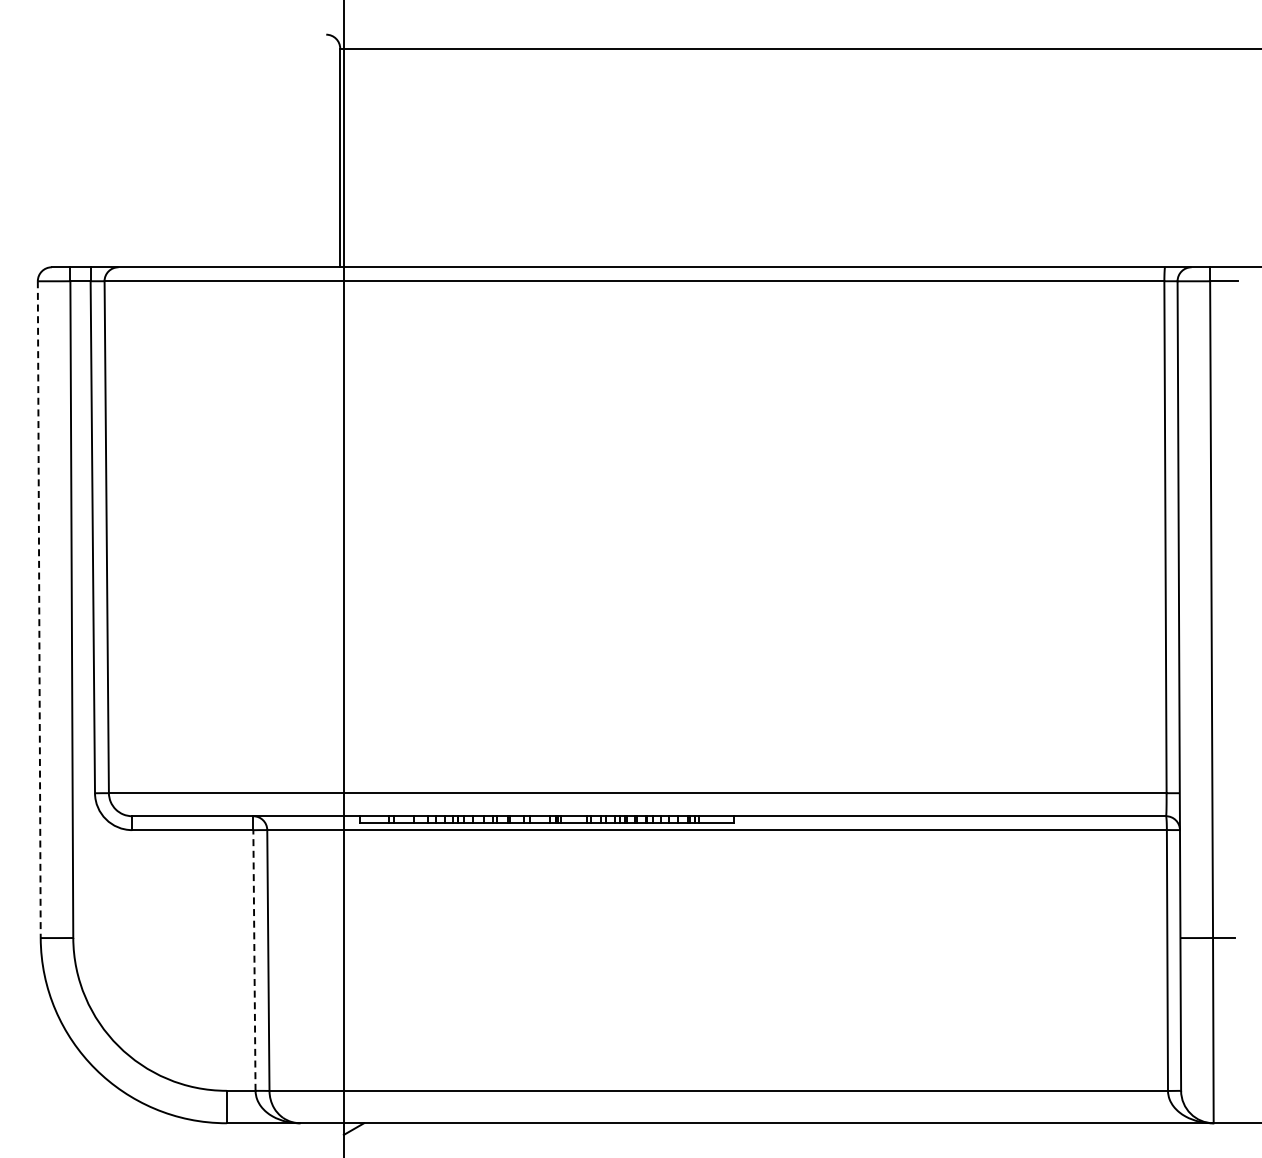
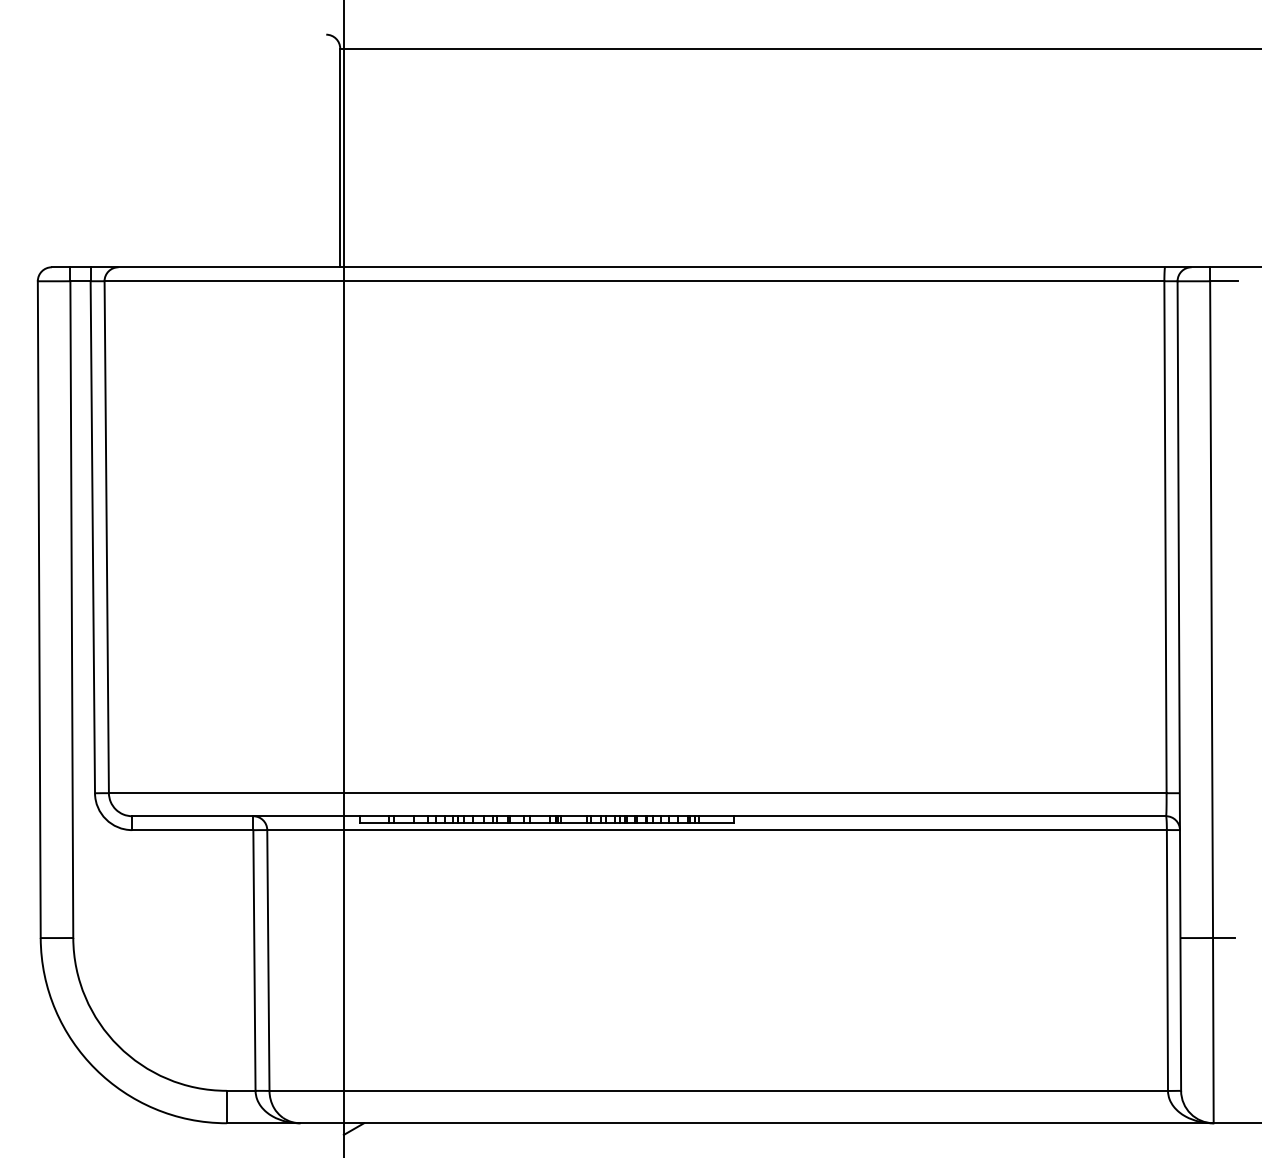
line at (39, 610): dashed -> solid
line at (254, 959): dashed -> solid
